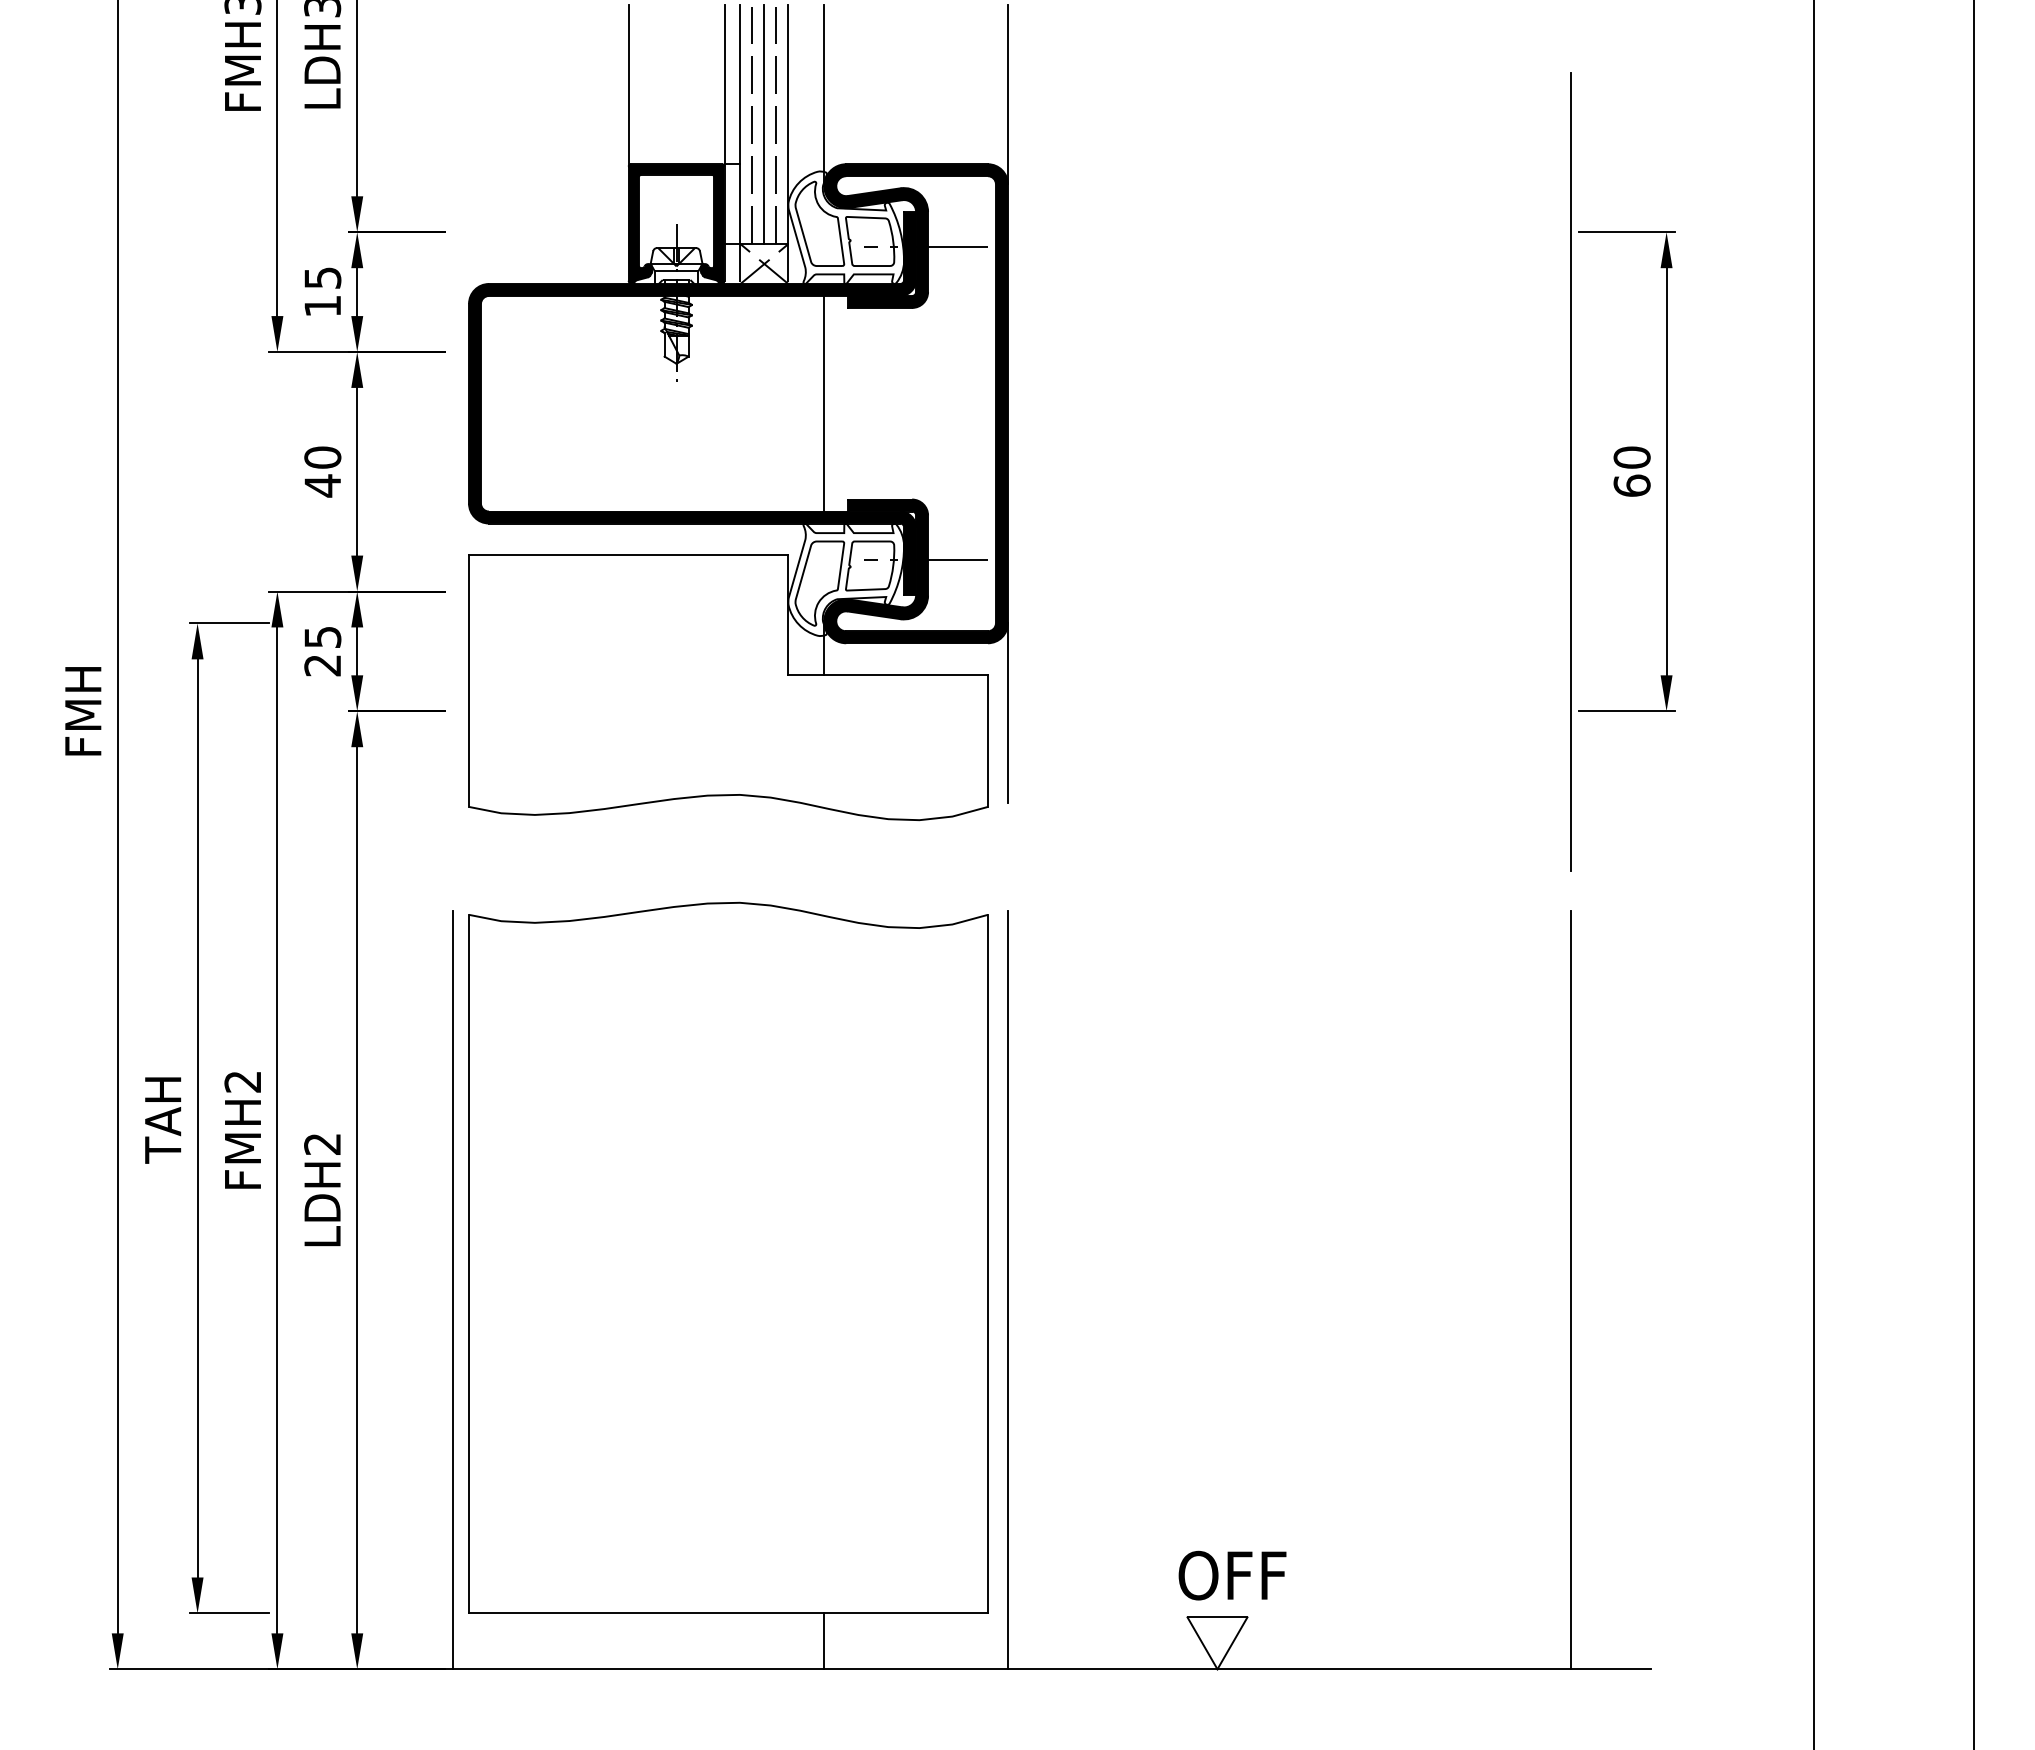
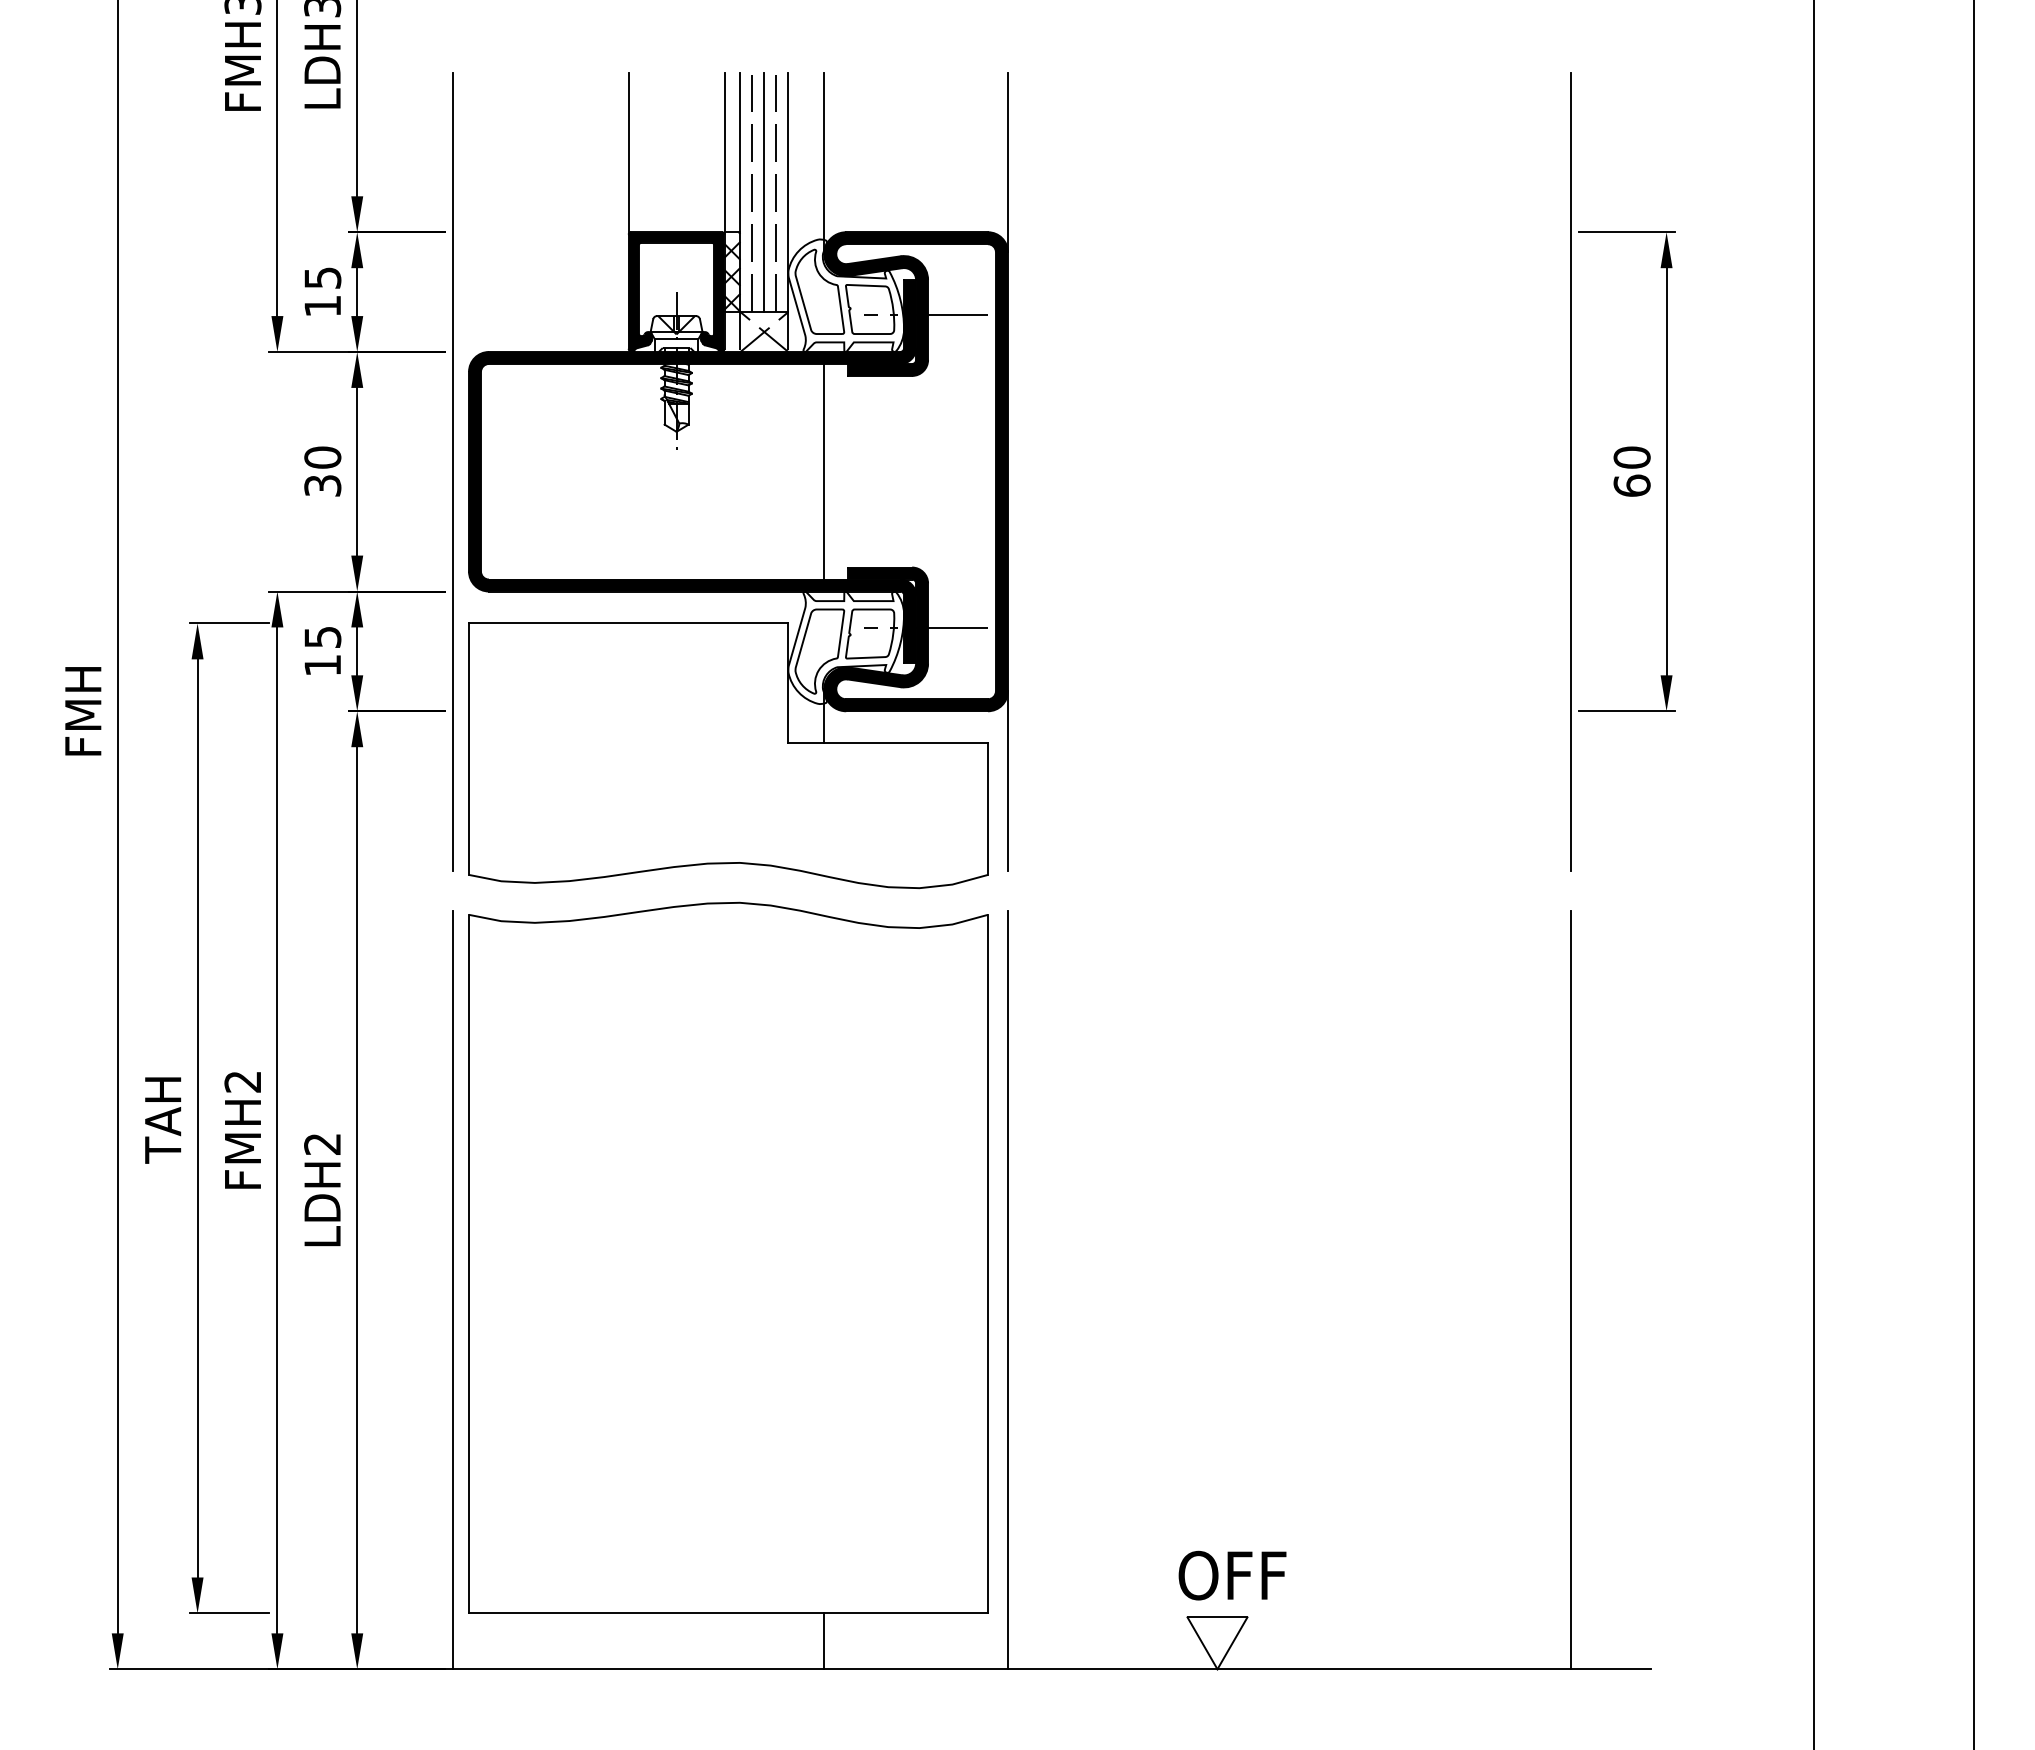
part at (738, 412) position: (738, 412) -> (738, 480)
line at (453, 471): none -> present
text at (322, 485): 40 -> 30
text at (322, 665): 25 -> 15
